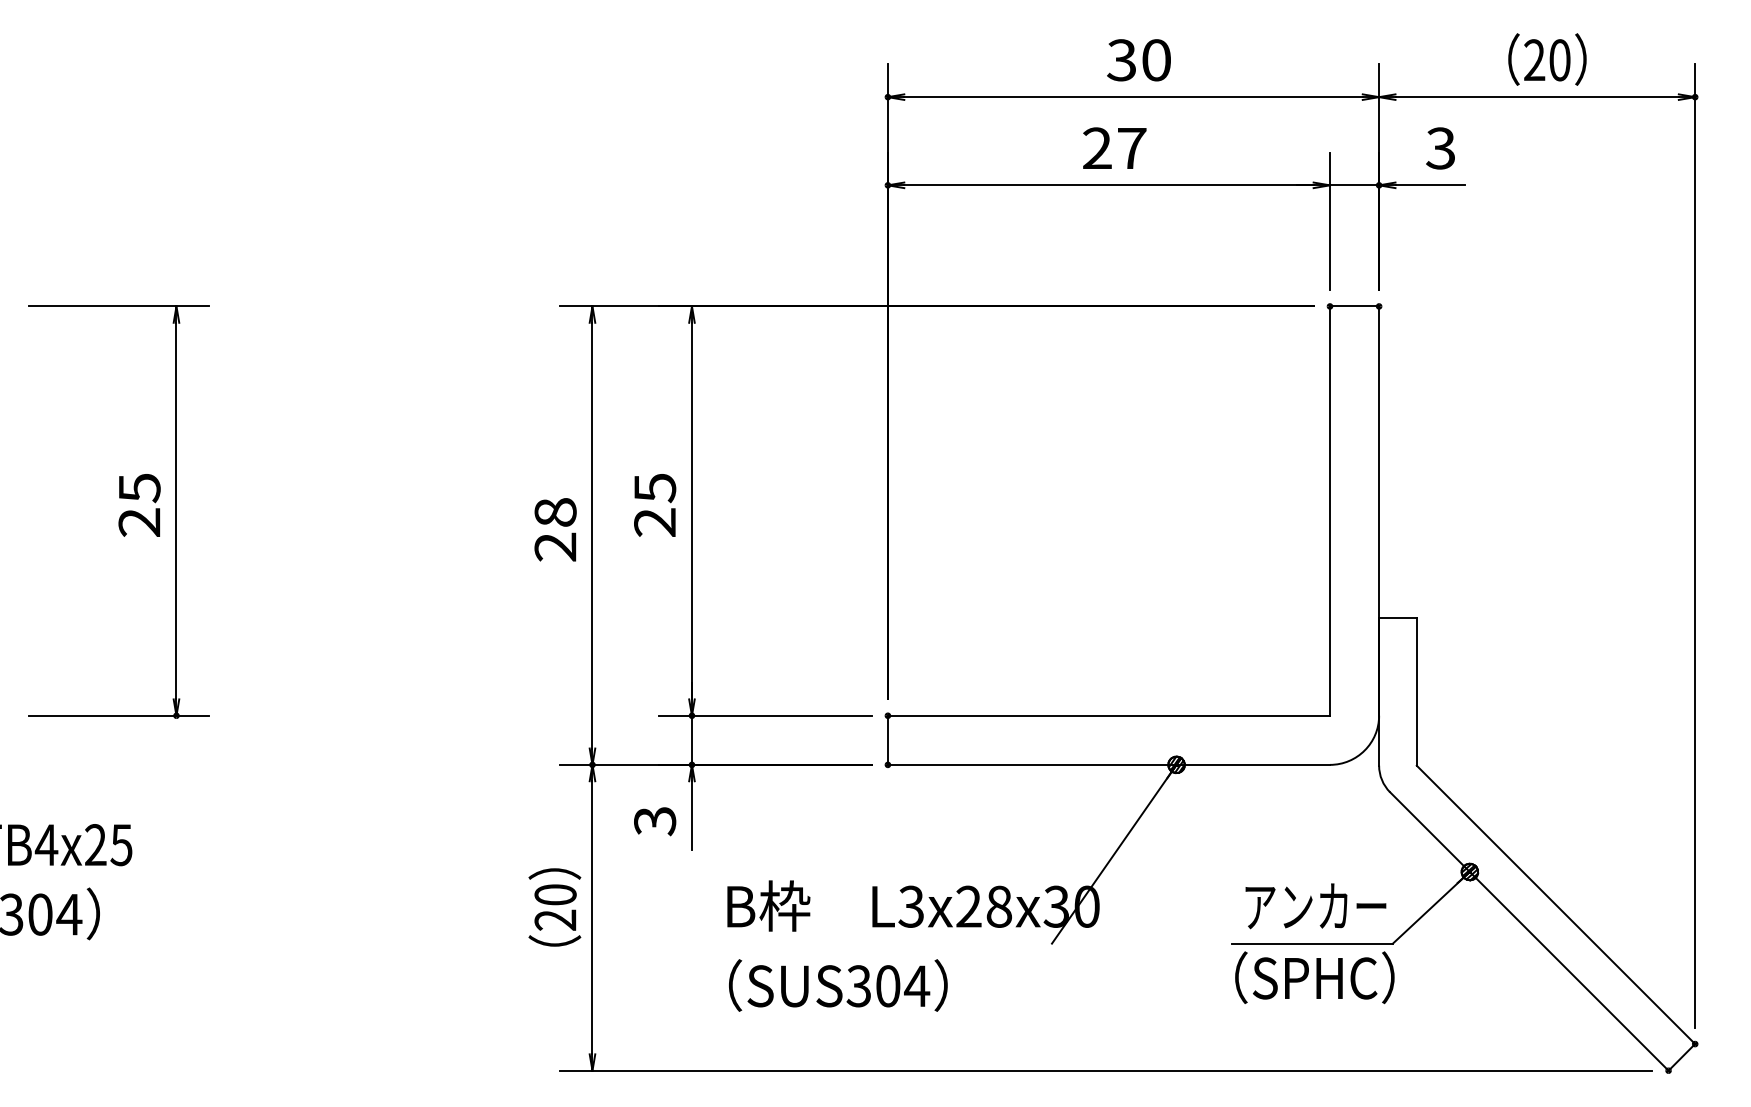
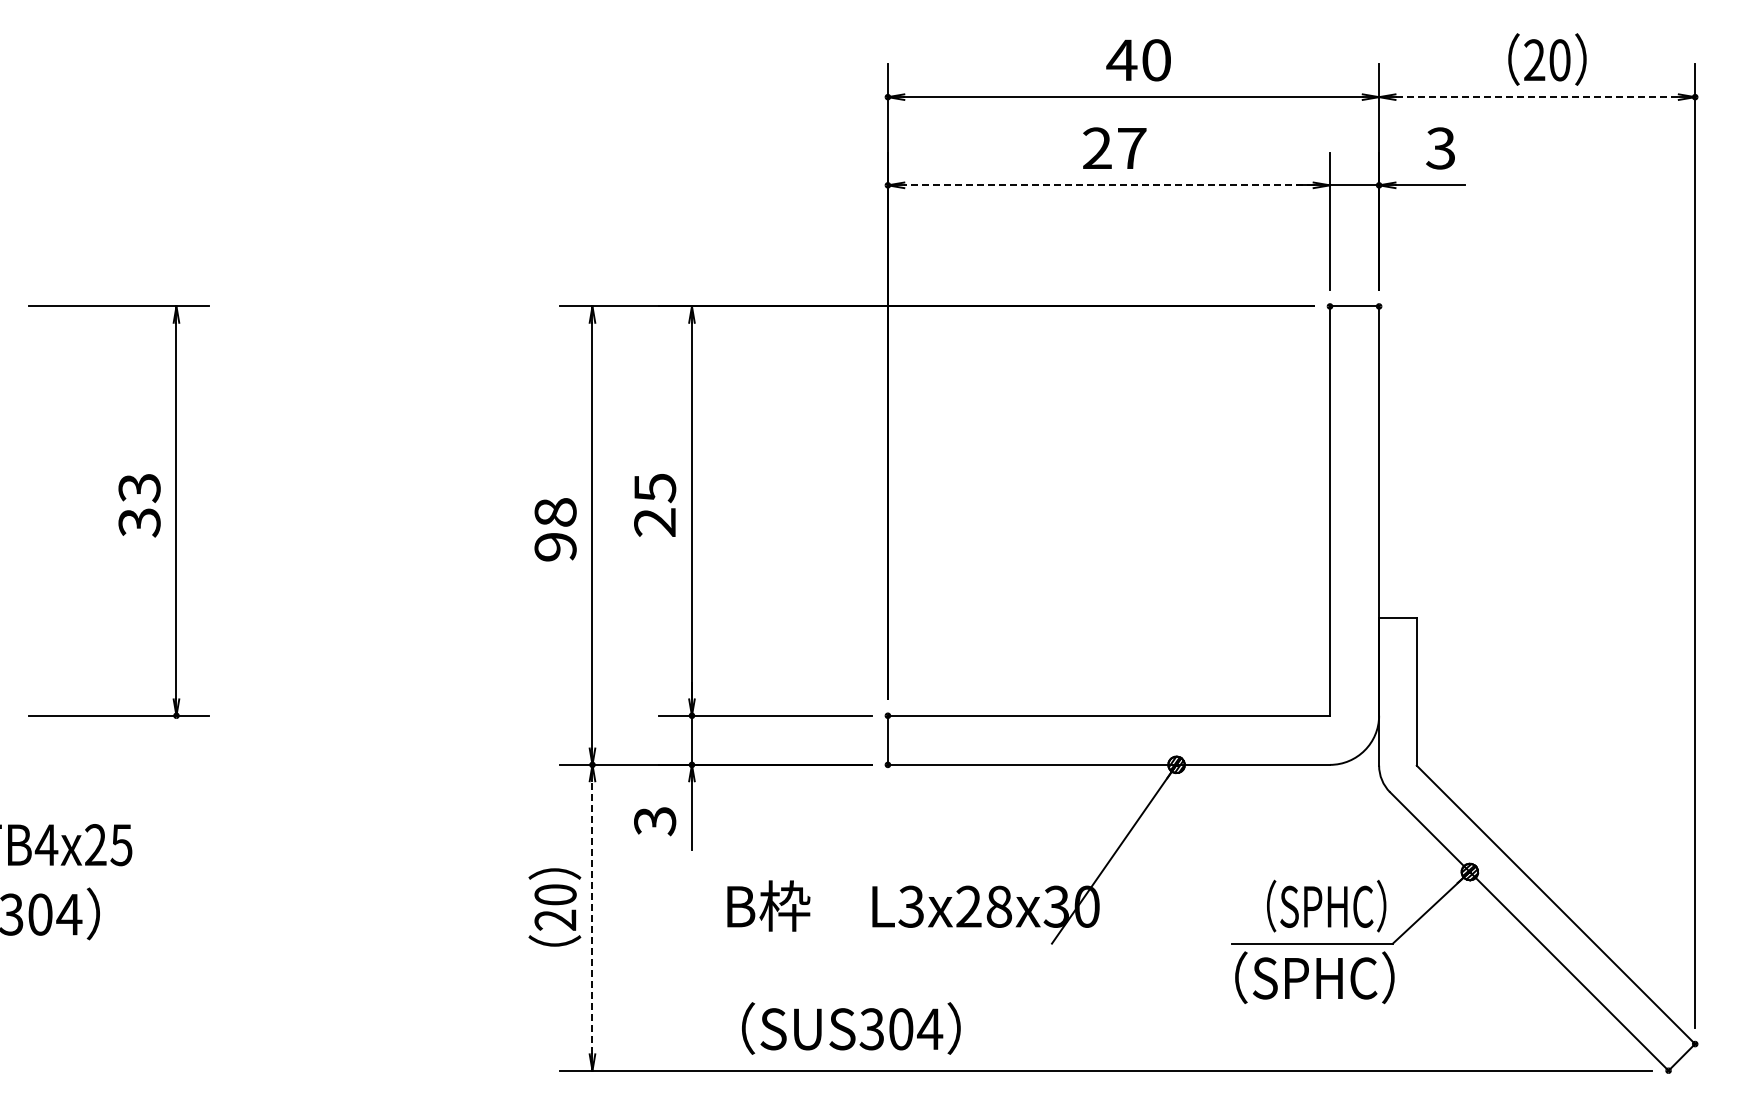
text at (1121, 60): 30 -> 40
line at (1537, 97): solid -> dashed
line at (1108, 185): solid -> dashed
text at (139, 505): 25 -> 33
text at (555, 546): 28 -> 98
text at (1315, 905): アンカー -> （SPHC）
line at (592, 917): solid -> dashed
text at (838, 985) position: (838, 985) -> (851, 1028)
